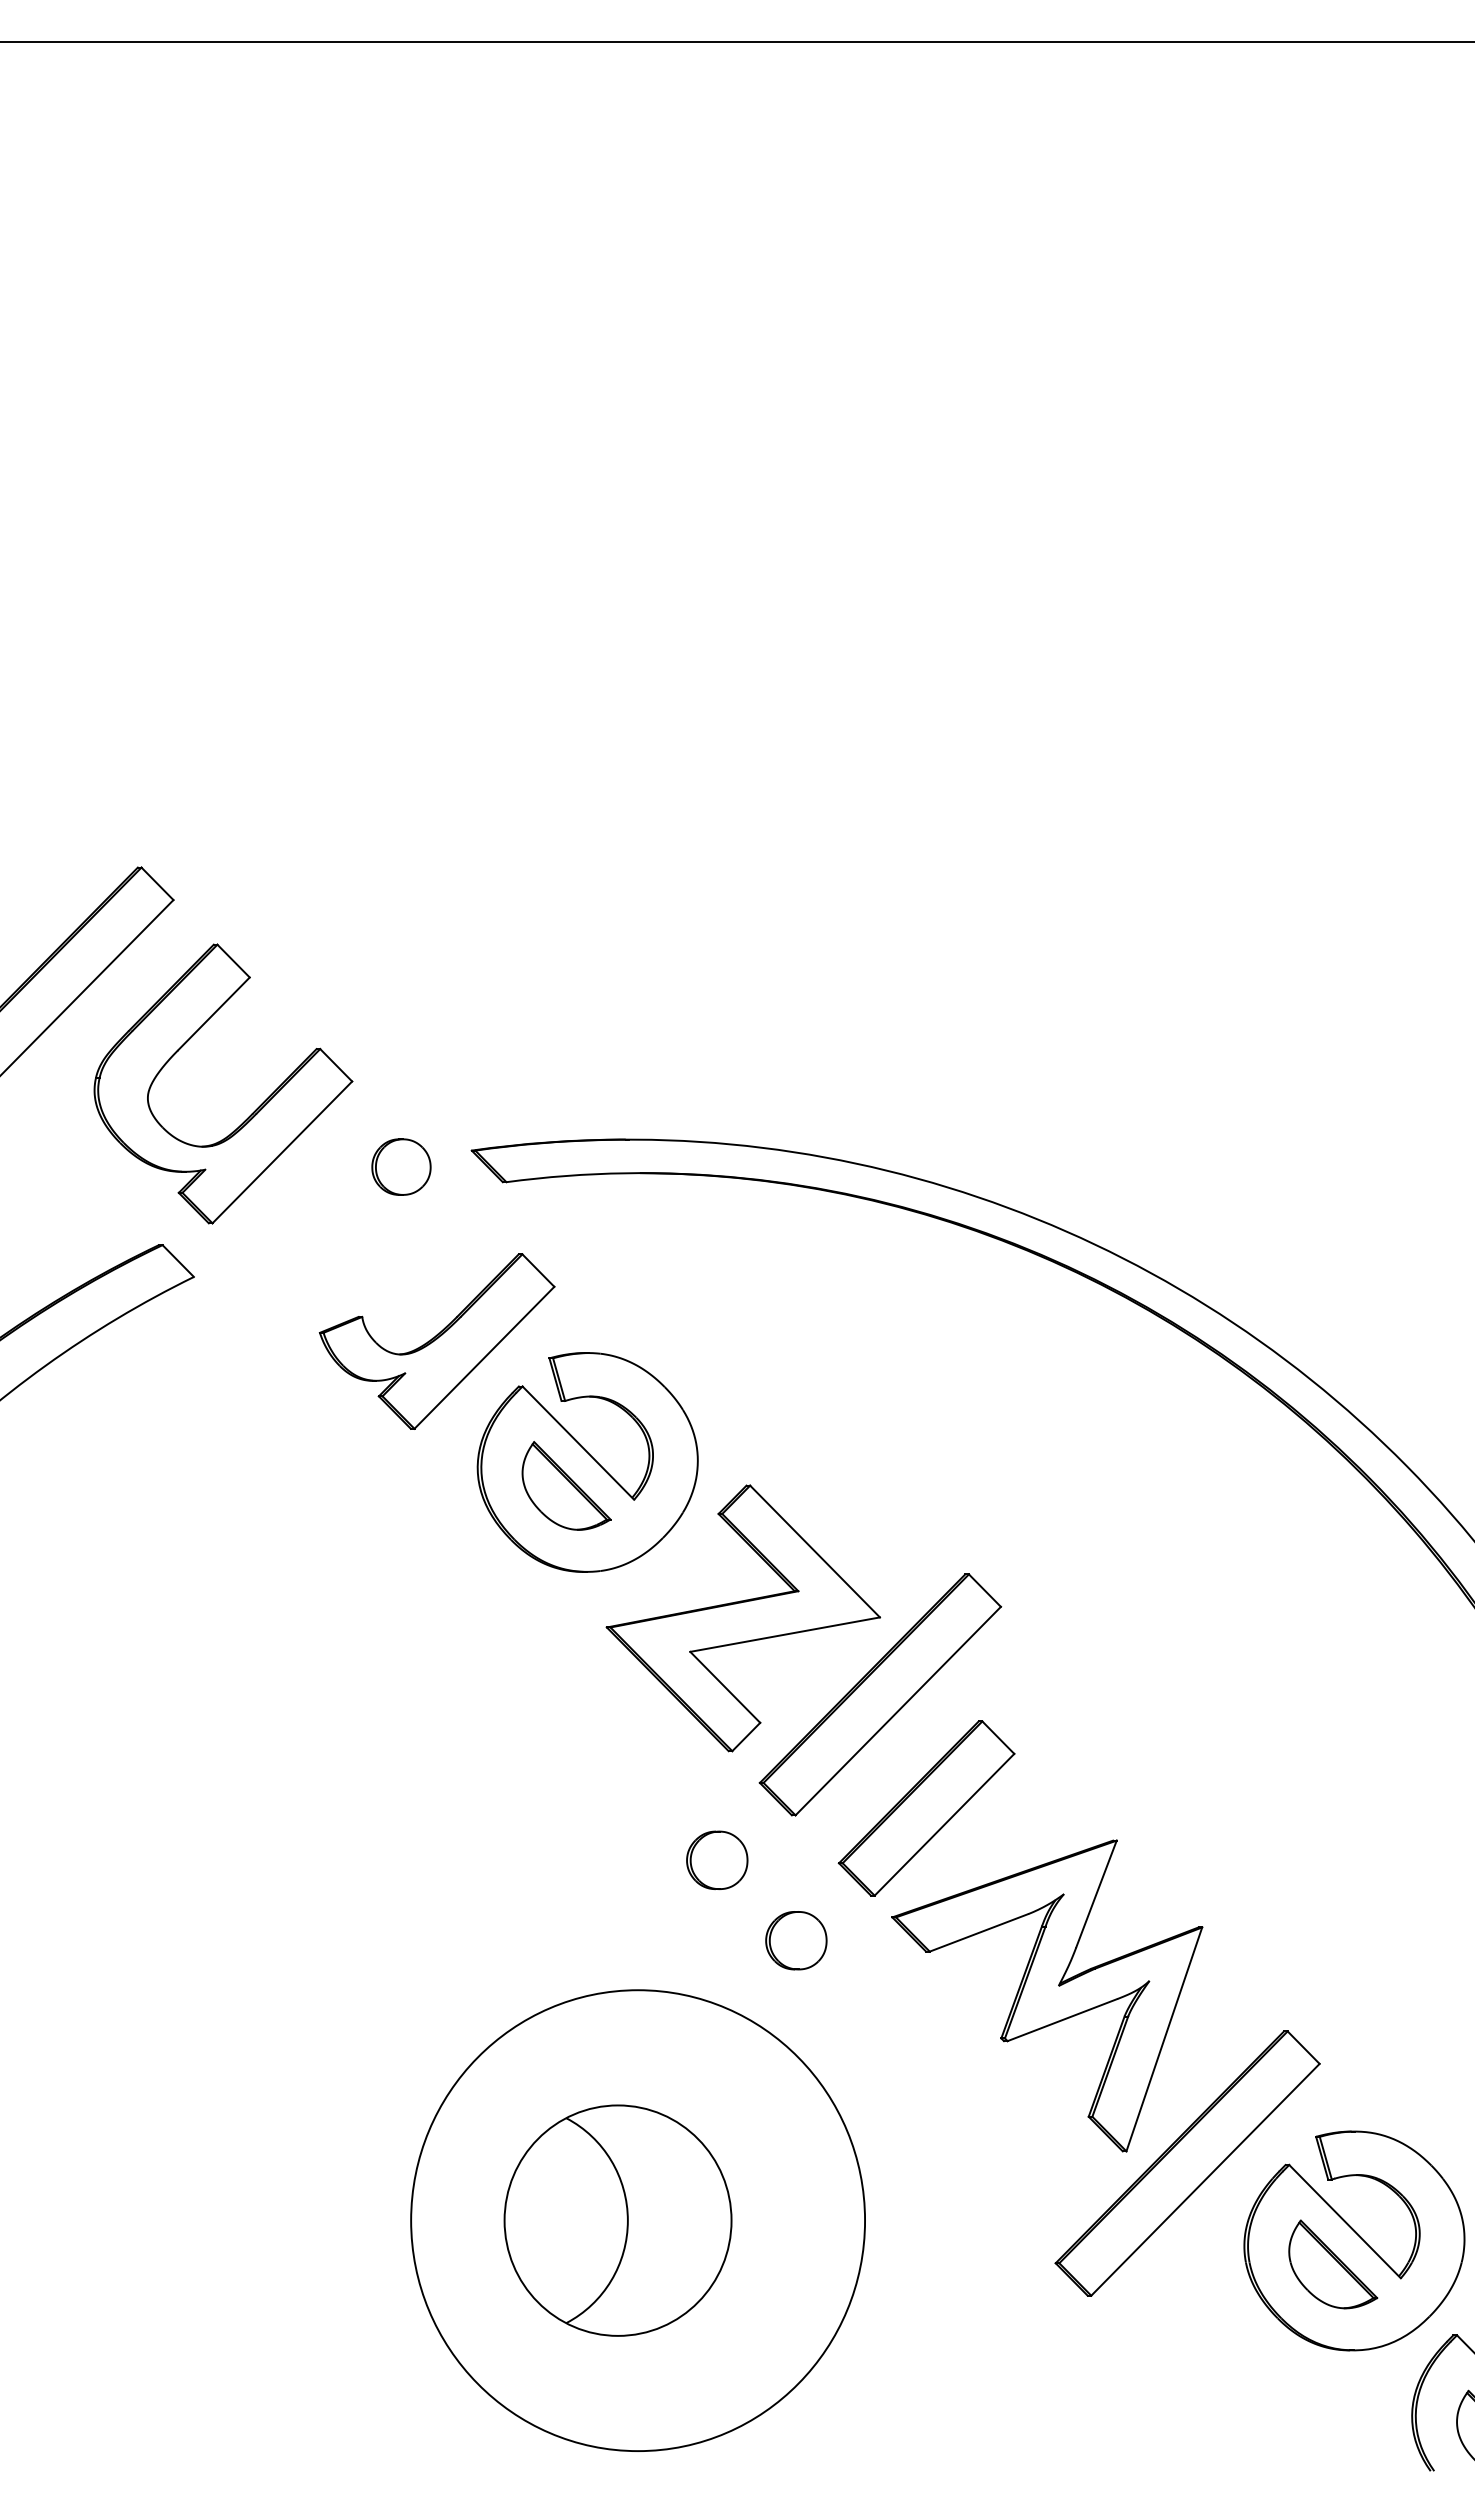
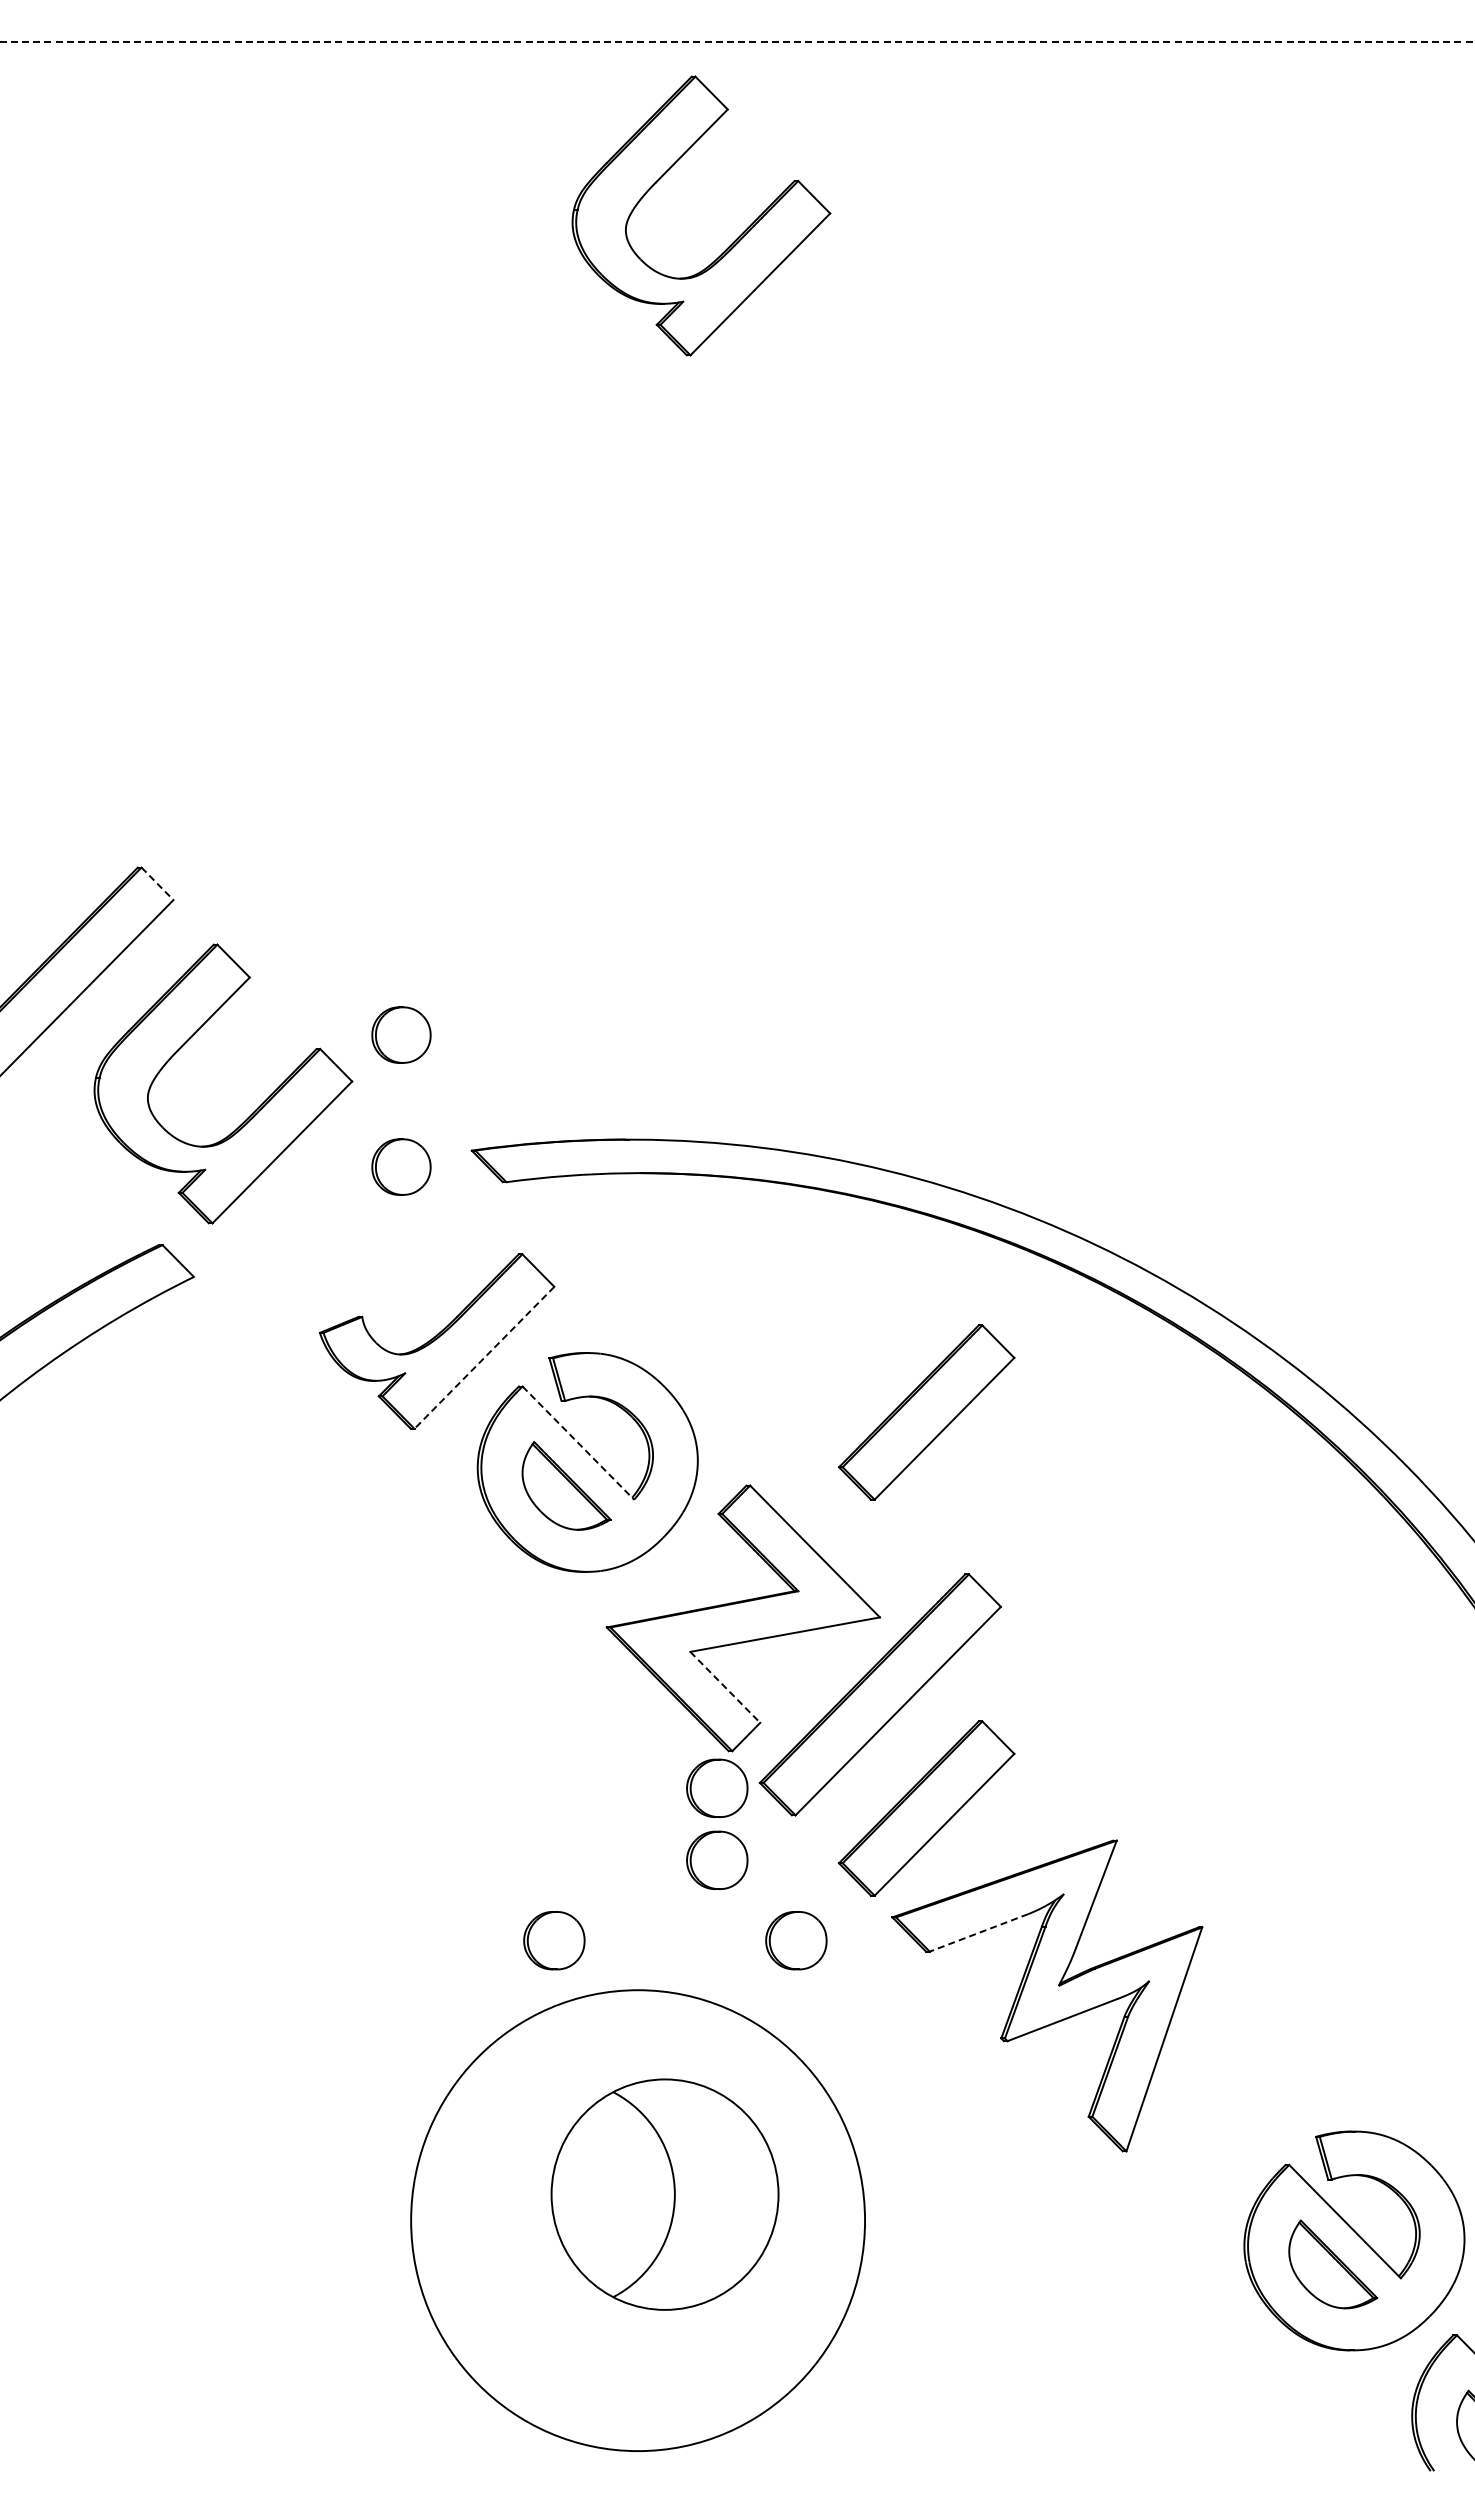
line at (737, 41): solid -> dashed
part at (730, 244): none -> present
line at (157, 883): solid -> dashed
part at (401, 1034): none -> present
line at (484, 1357): solid -> dashed
part at (926, 1412): none -> present
line at (578, 1443): solid -> dashed
line at (725, 1687): solid -> dashed
part at (717, 1787): none -> present
line at (978, 1932): solid -> dashed
part at (554, 1940): none -> present
part at (1187, 2163): present -> none
part at (617, 2220) position: (617, 2220) -> (664, 2194)
